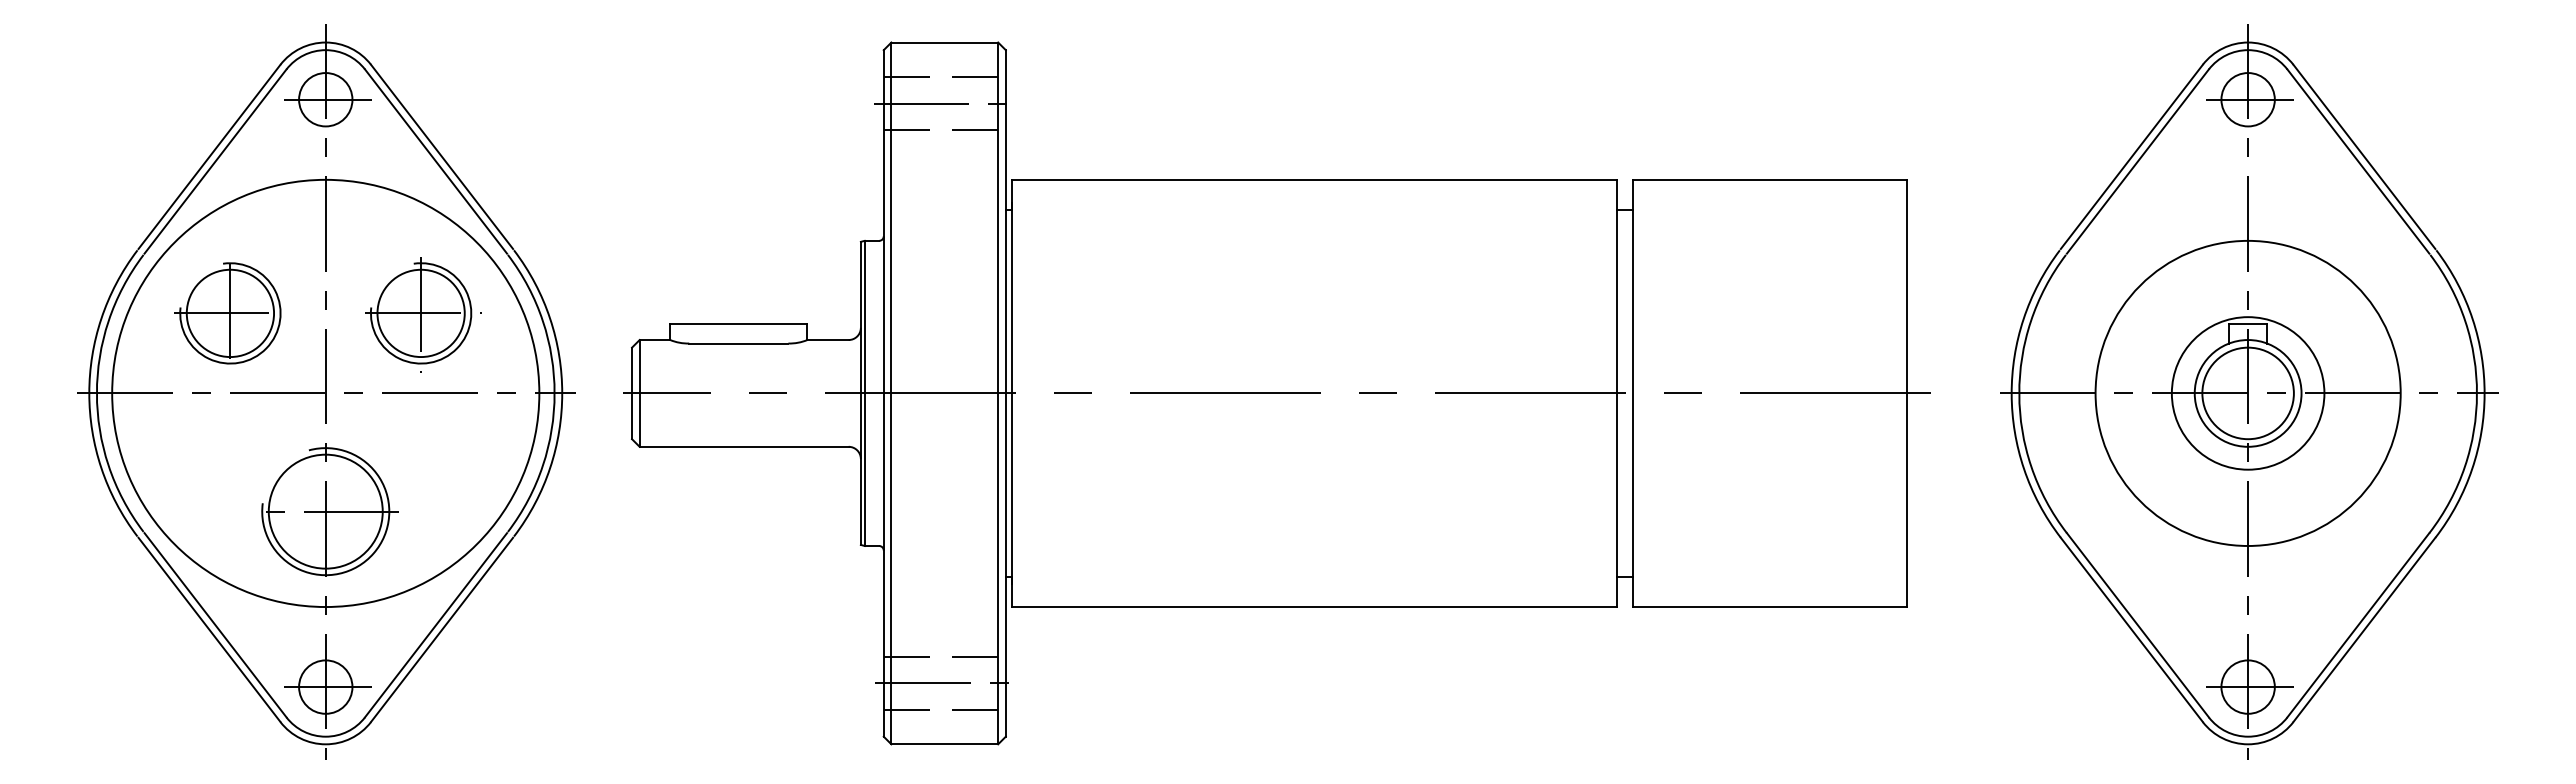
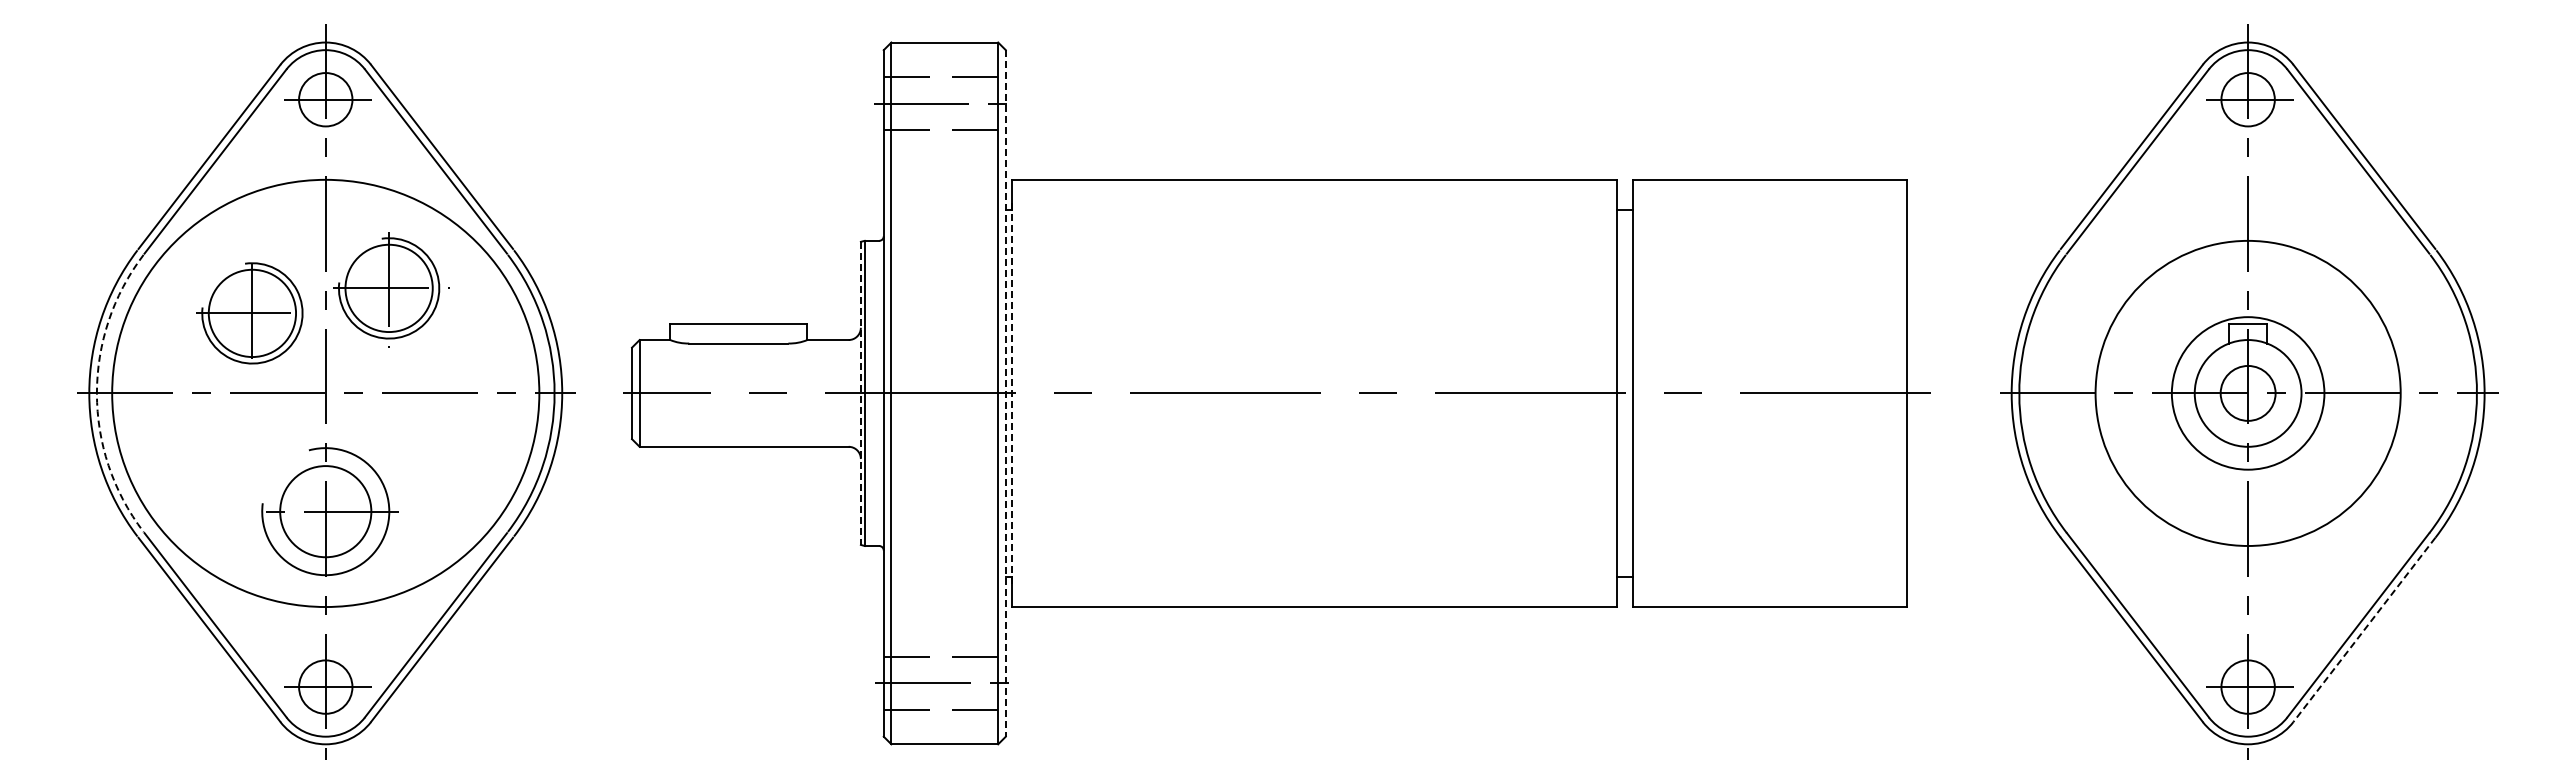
part at (227, 313) position: (227, 313) -> (249, 313)
part at (423, 314) position: (423, 314) -> (391, 289)
arc at (96, 393): solid -> dashed
line at (860, 393): solid -> dashed
line at (1005, 393): solid -> dashed
line at (1011, 393): solid -> dashed
circle at (2247, 393) diameter: 92 px -> 55 px
circle at (325, 511) diameter: 114 px -> 91 px
line at (2364, 630): solid -> dashed
